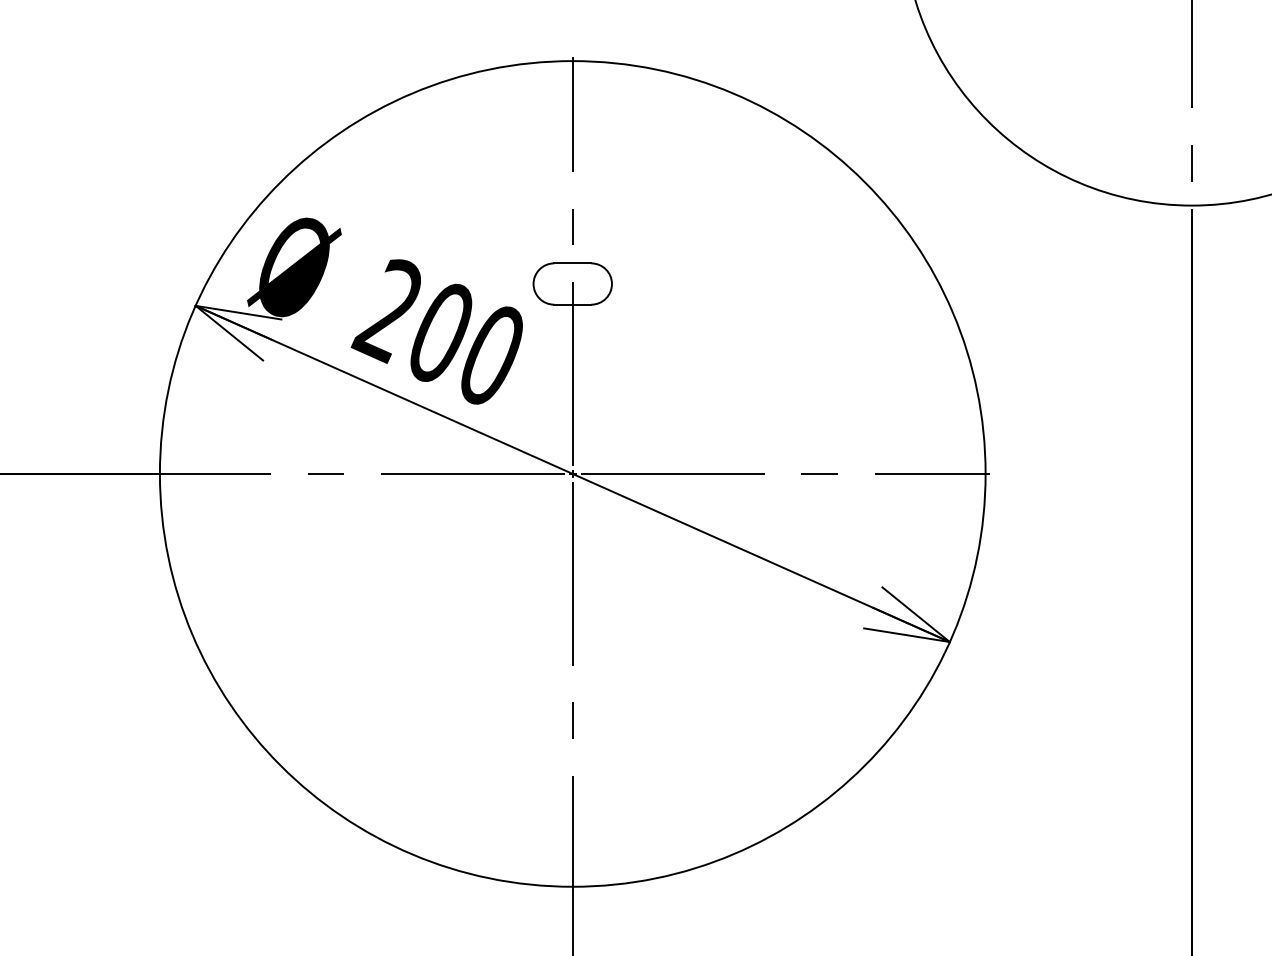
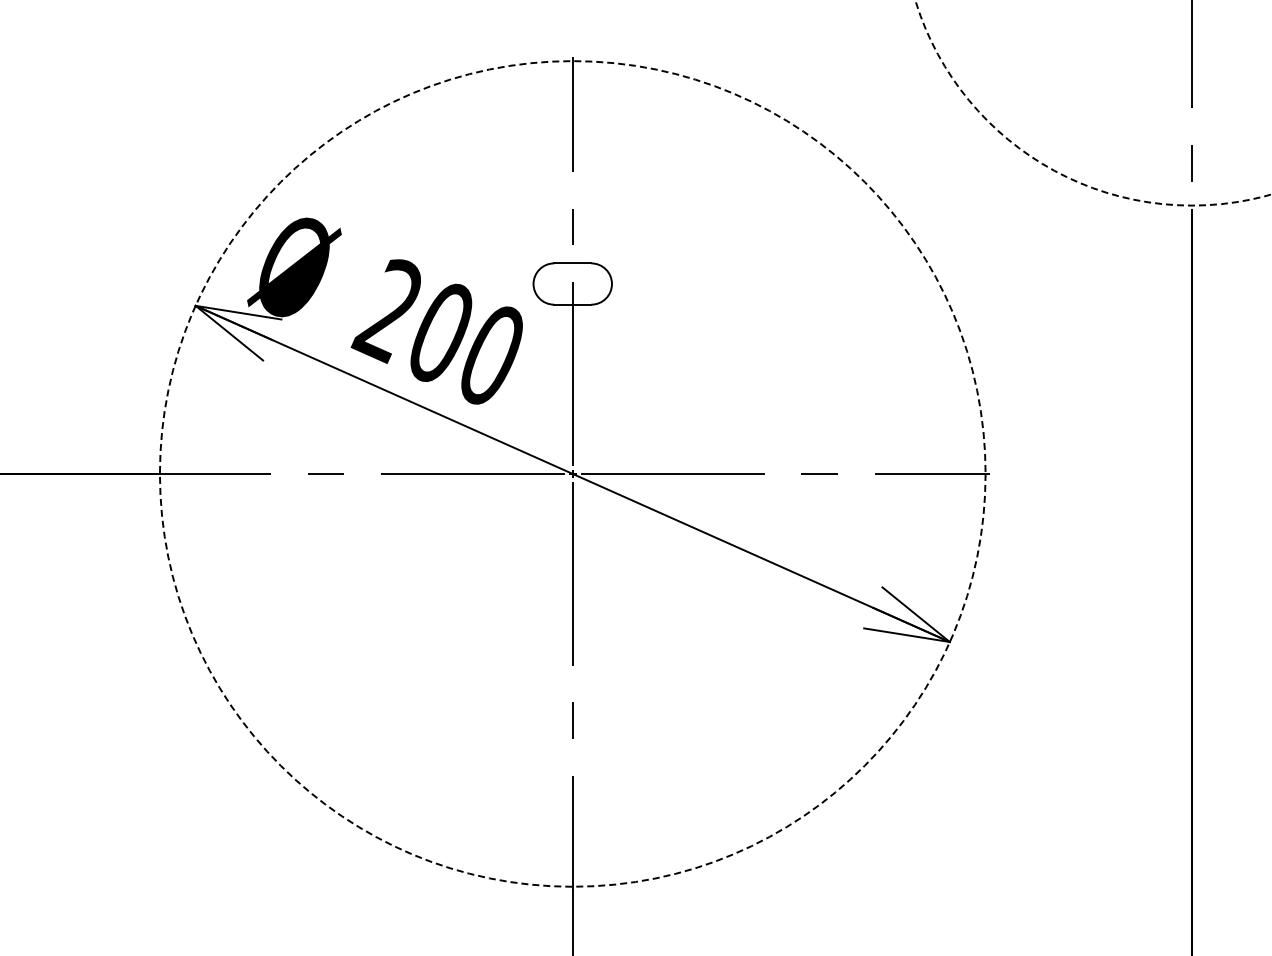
circle at (1093, 102): solid -> dashed
circle at (572, 473): solid -> dashed
